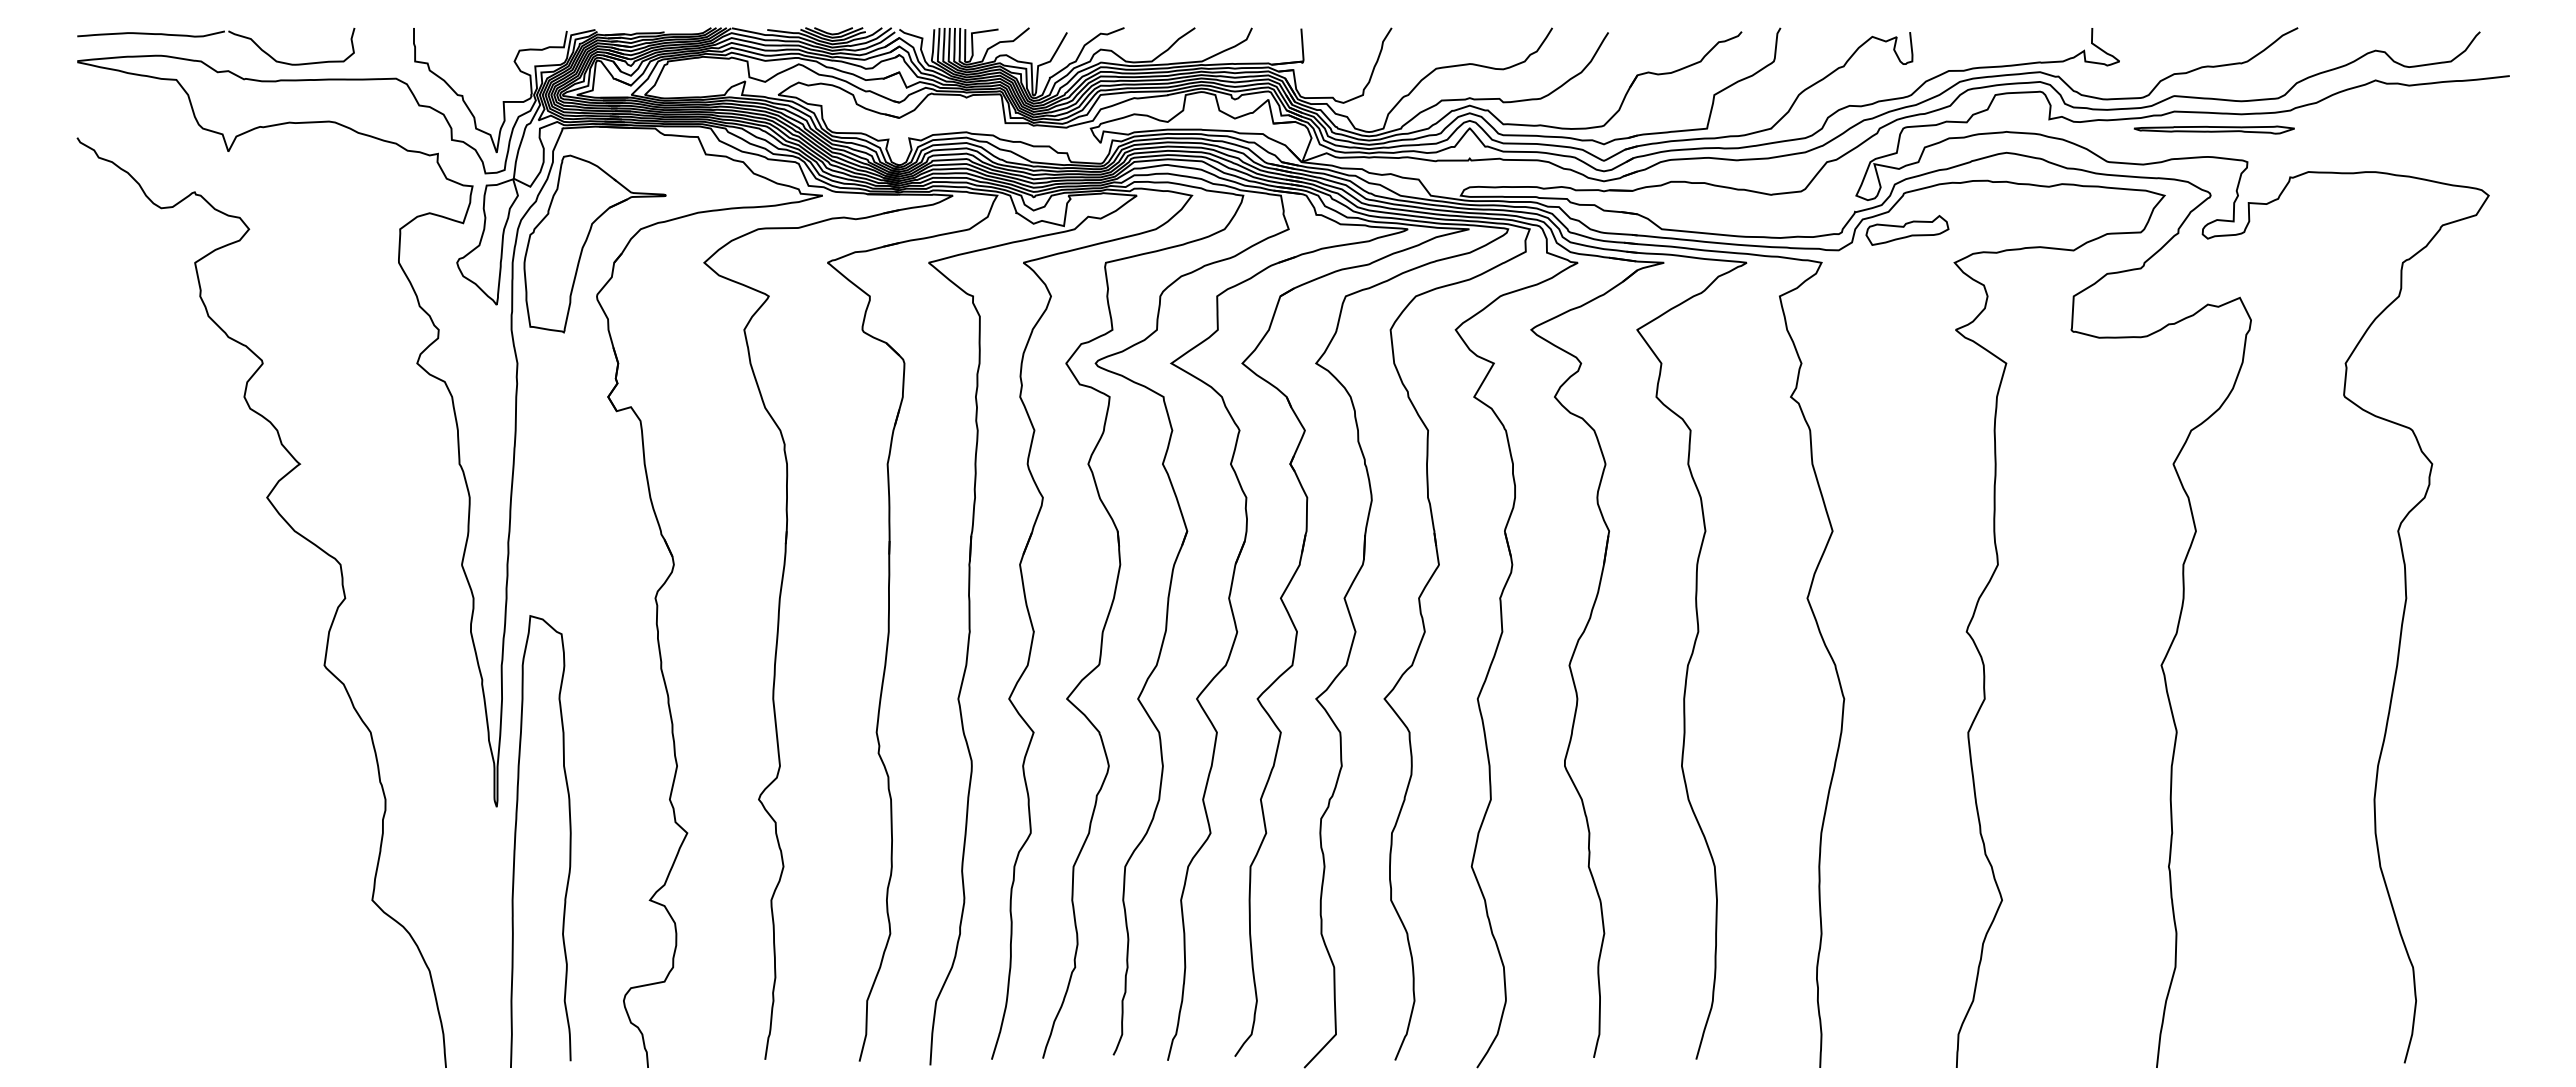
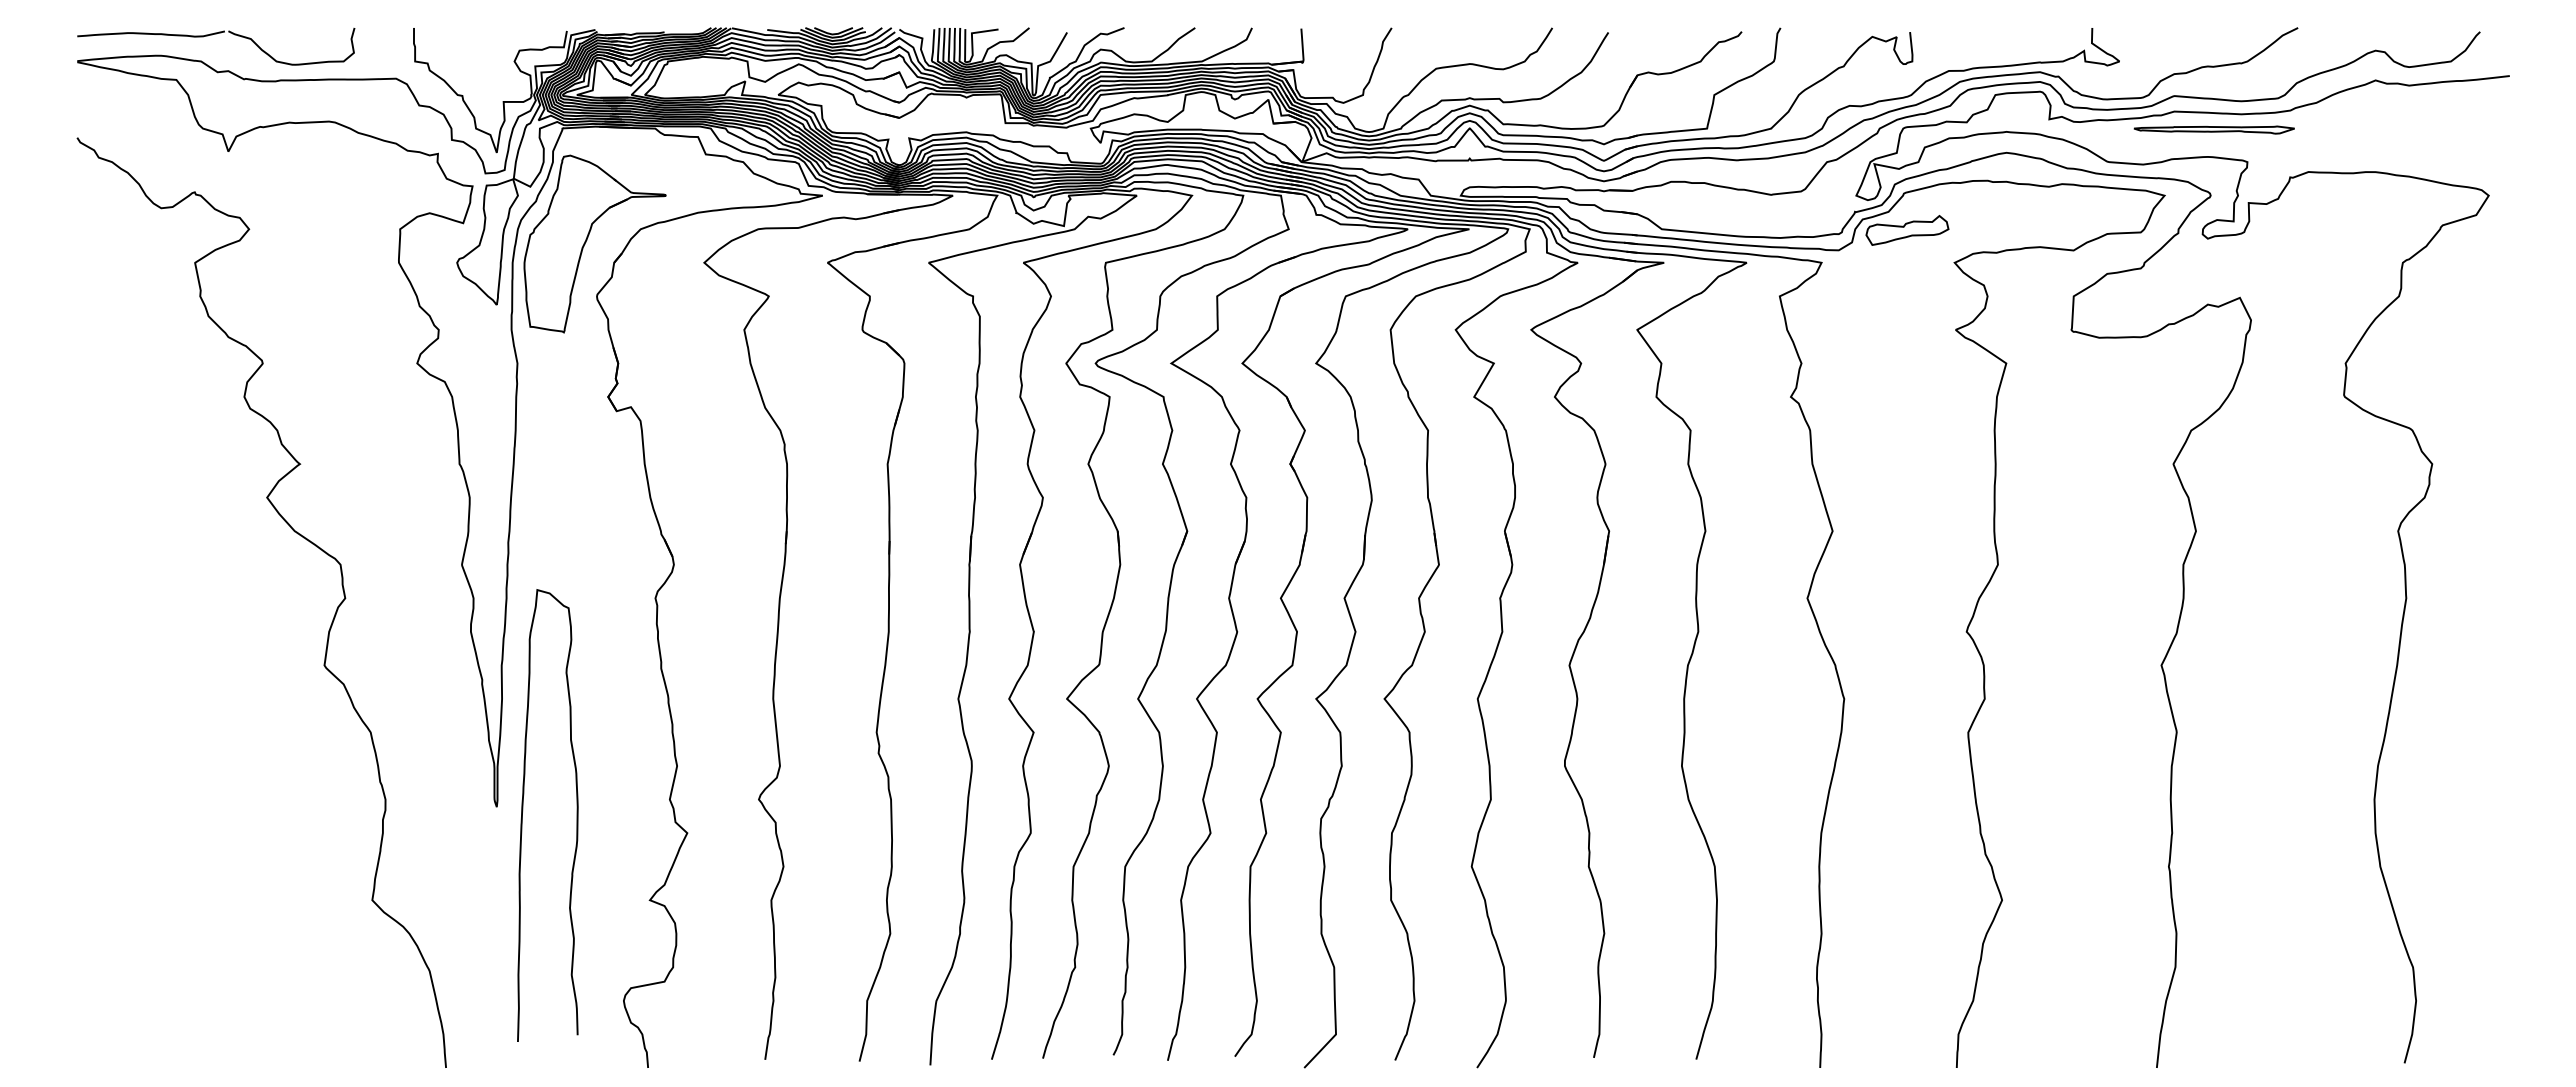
curve at (516, 837) position: (516, 837) -> (523, 811)
